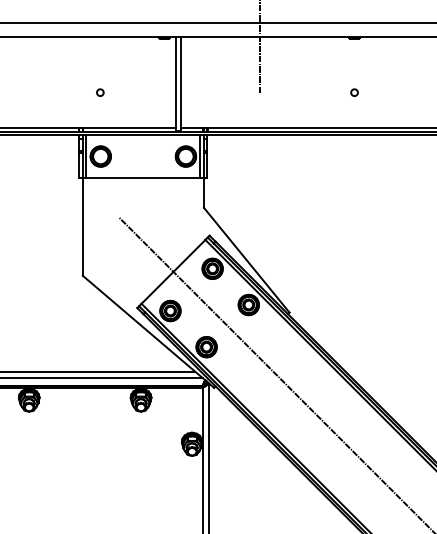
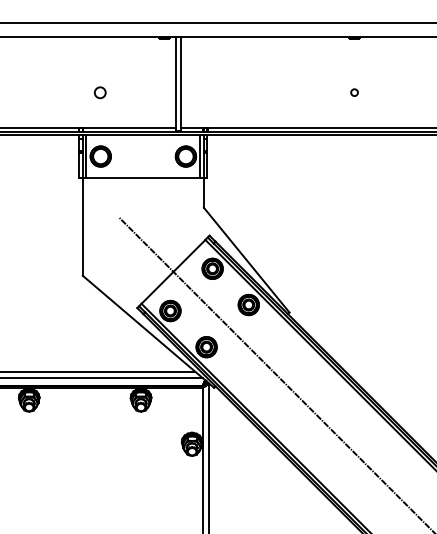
line at (259, 47): present -> none
circle at (100, 92) size: 9x9 px -> 13x14 px
